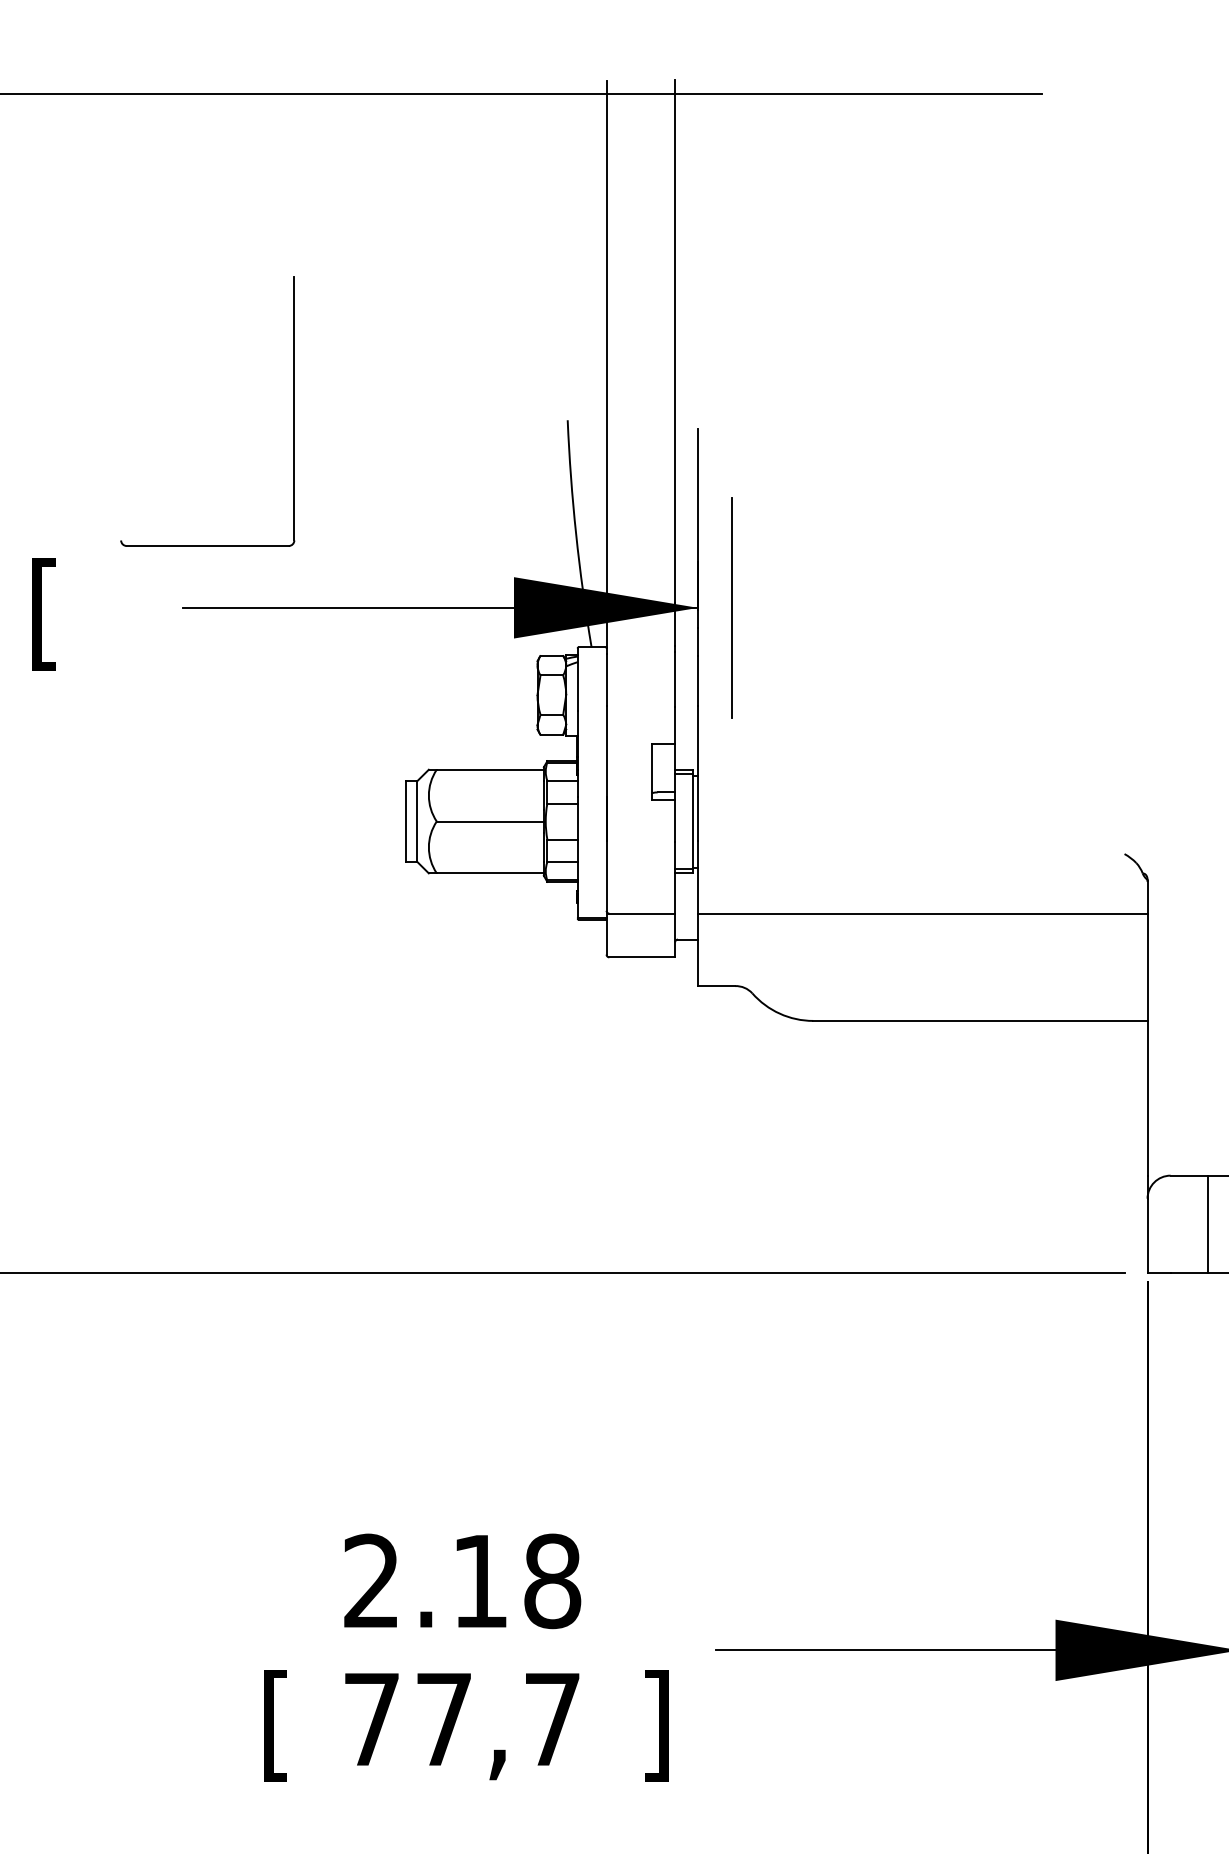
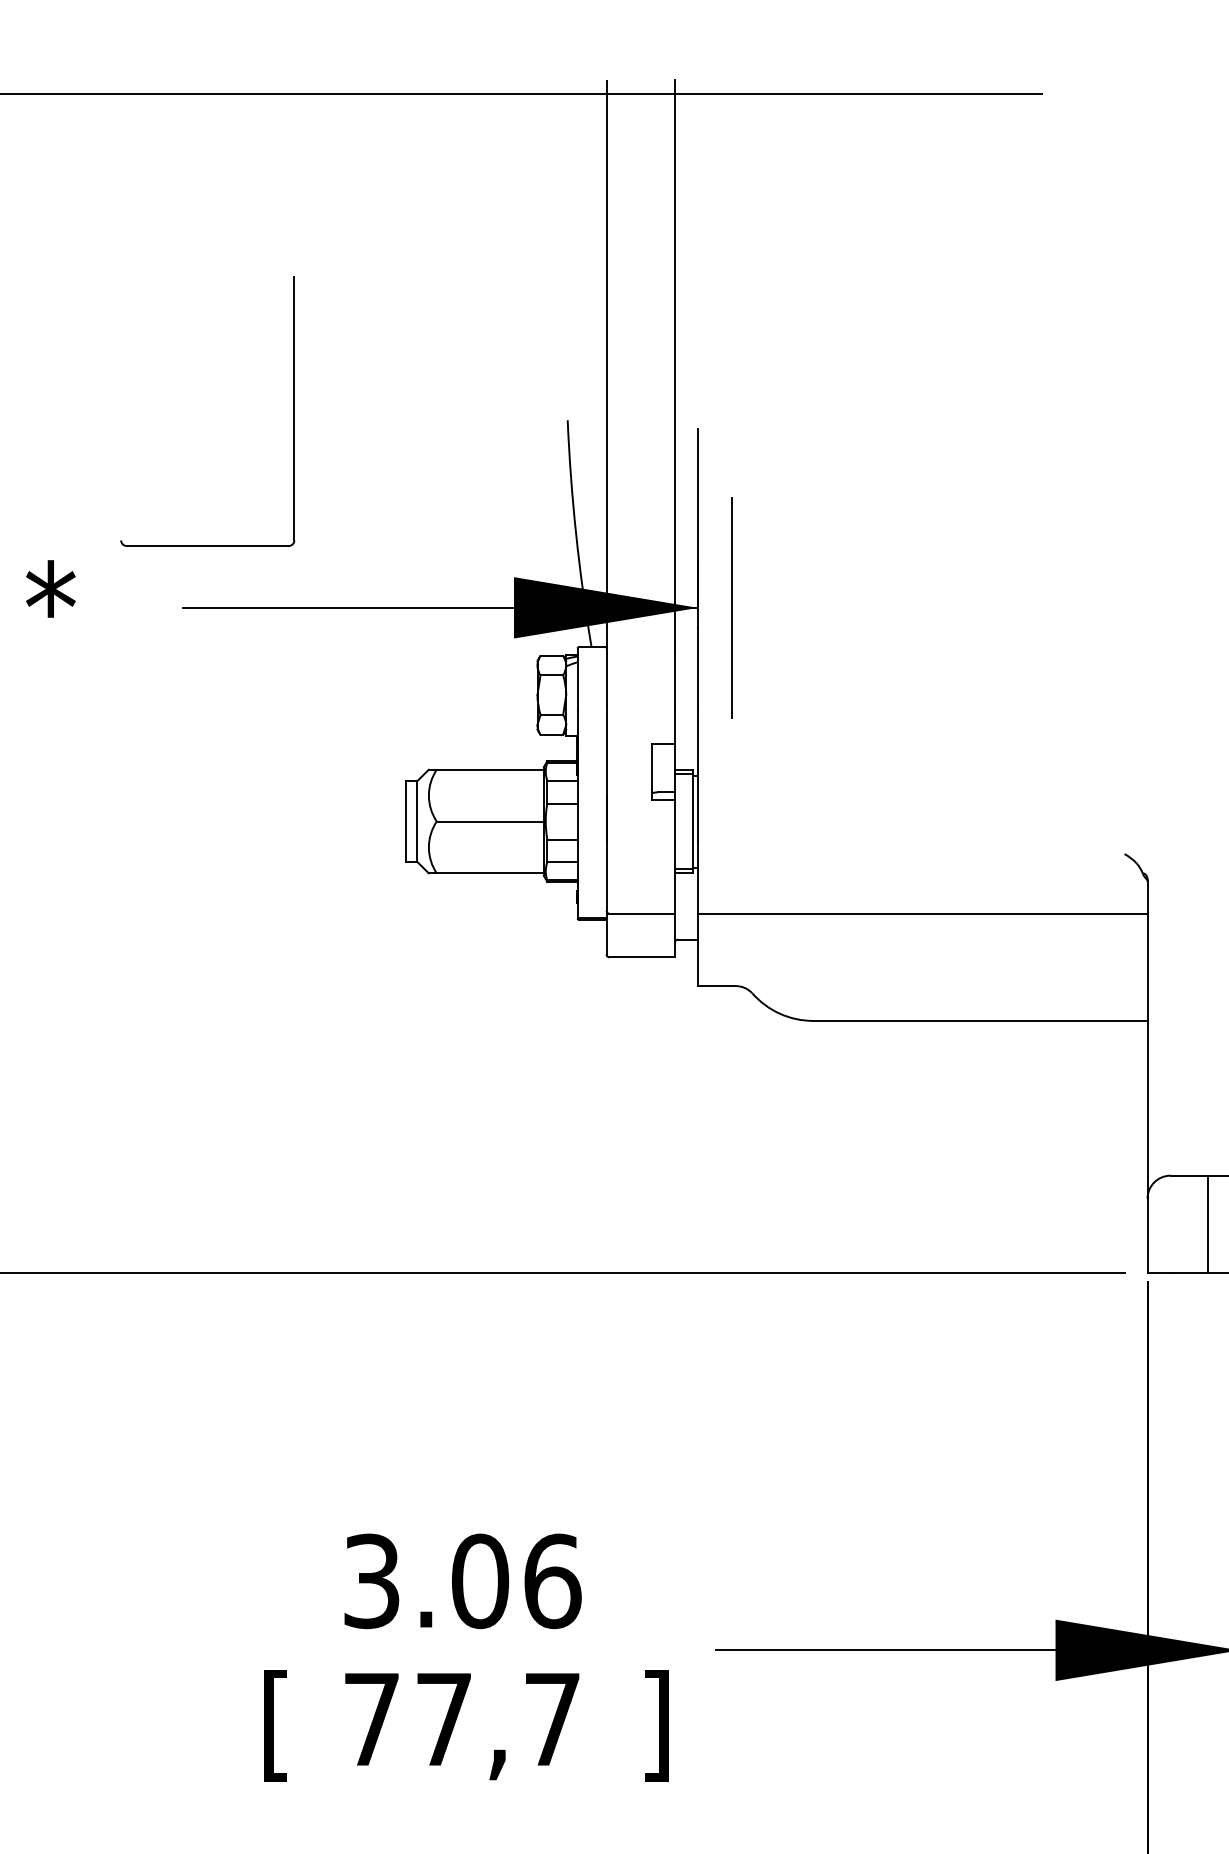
text at (50, 614): [ -> *
text at (462, 1581): 2.18 -> 3.06
